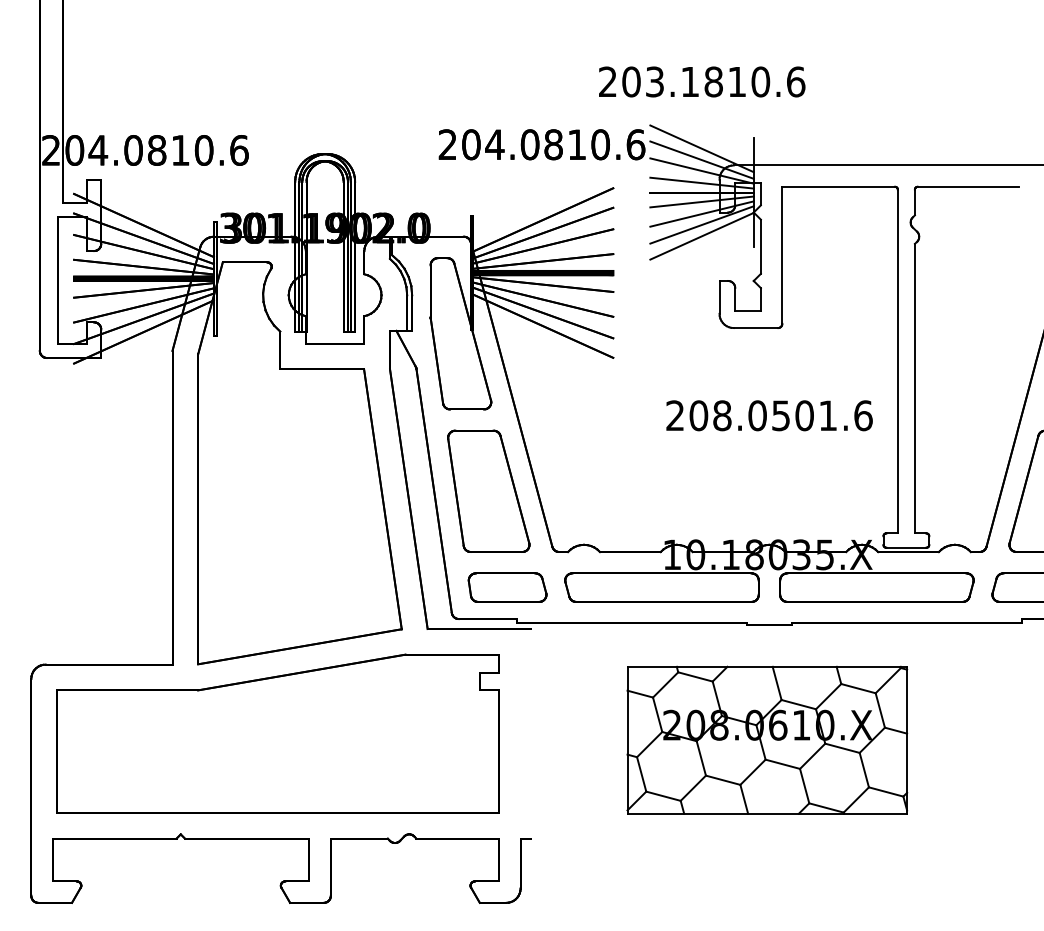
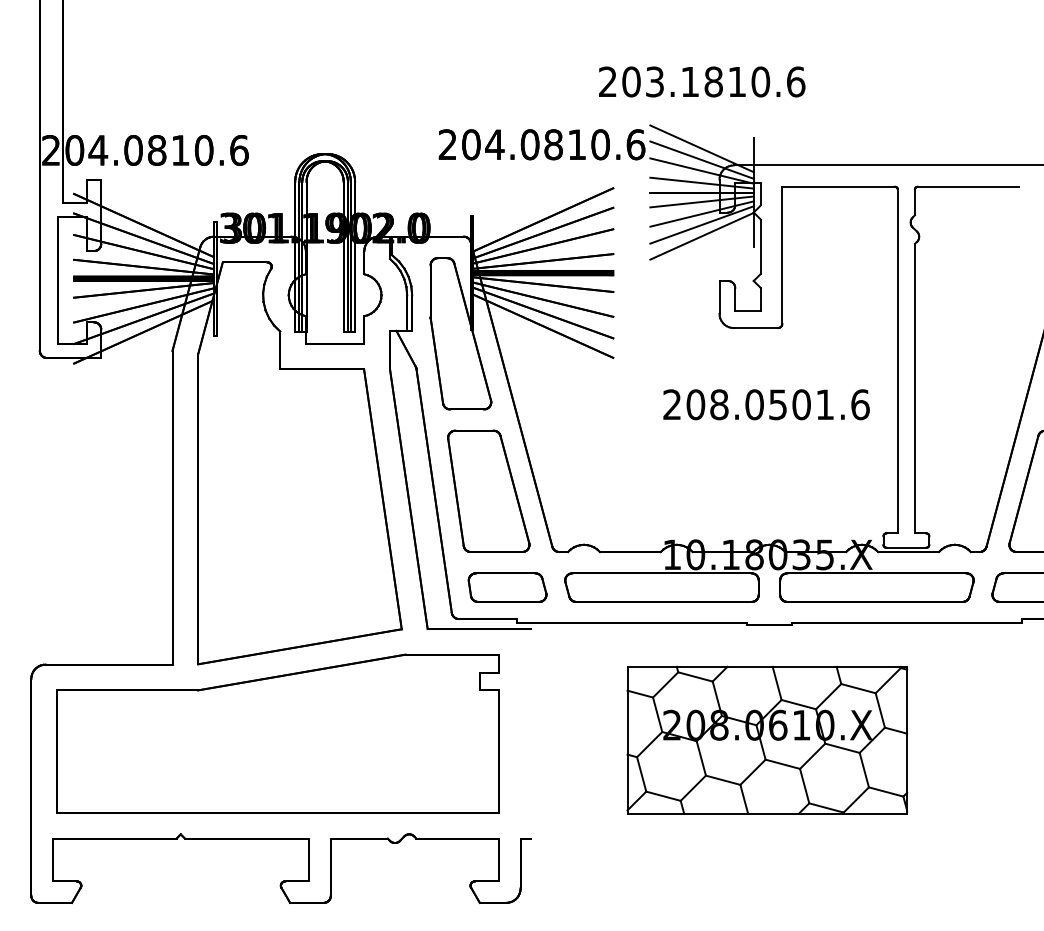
text at (769, 415) position: (769, 415) -> (766, 404)
